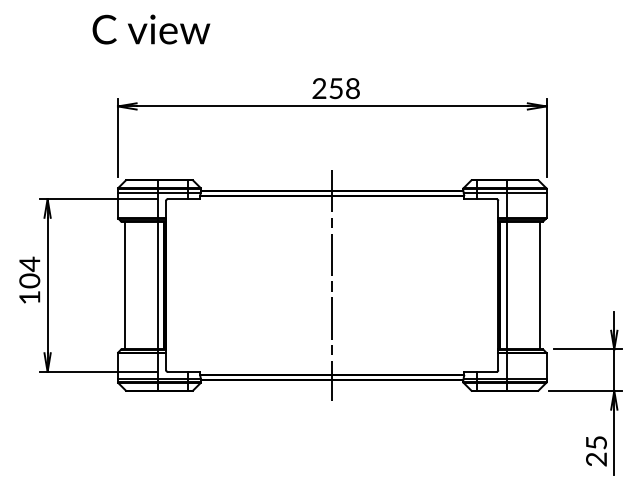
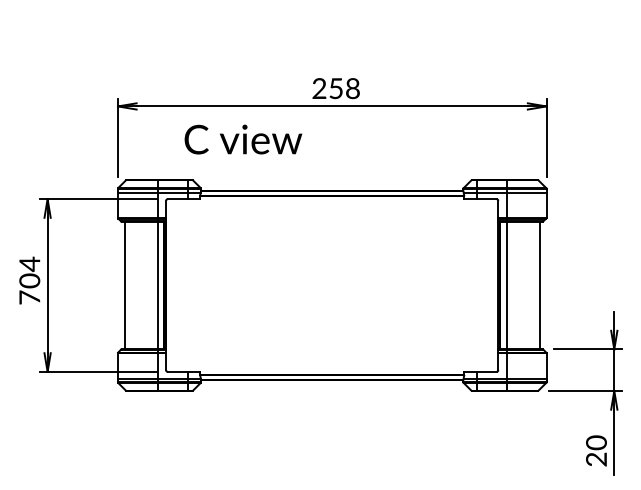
text at (151, 29) position: (151, 29) -> (243, 139)
line at (332, 285): present -> none
text at (29, 297): 104 -> 704
text at (596, 442): 25 -> 20
